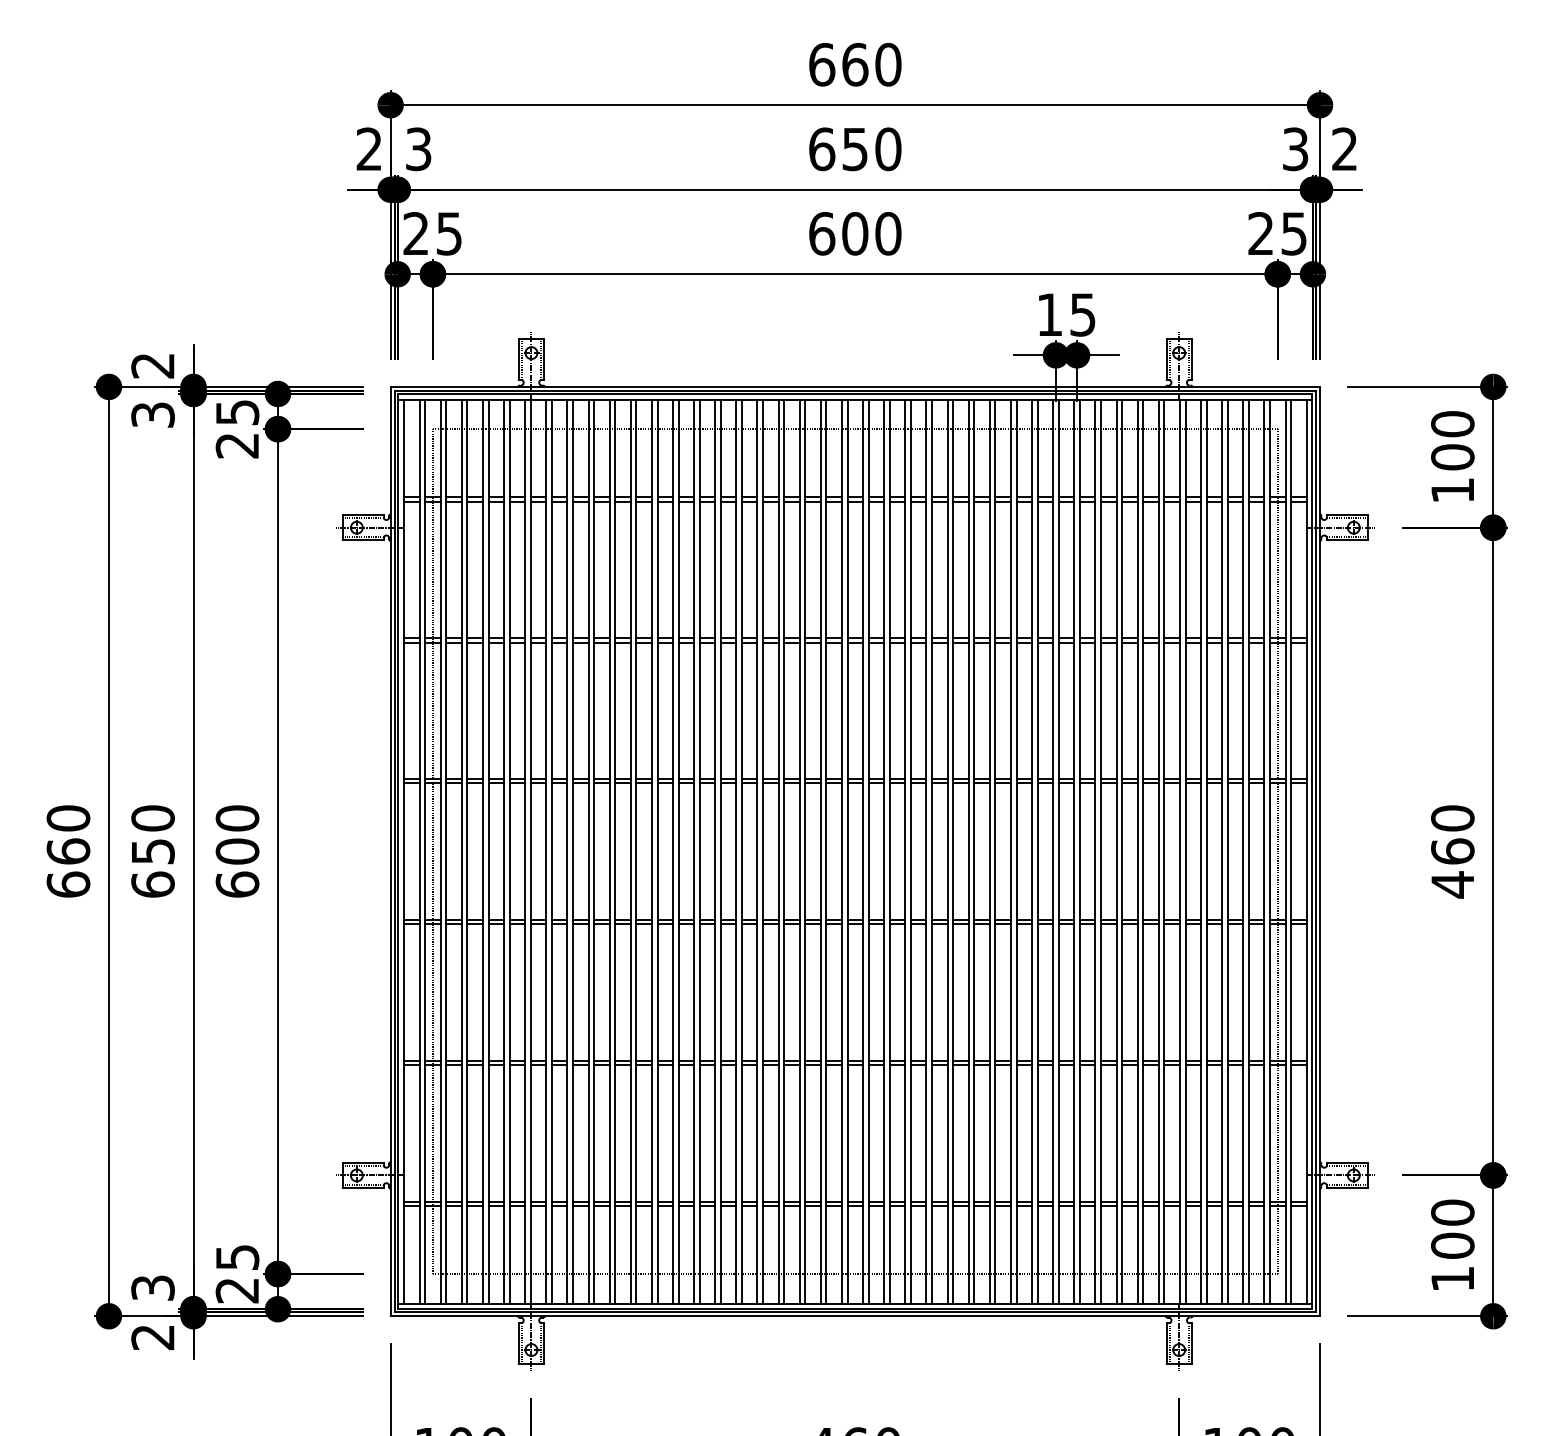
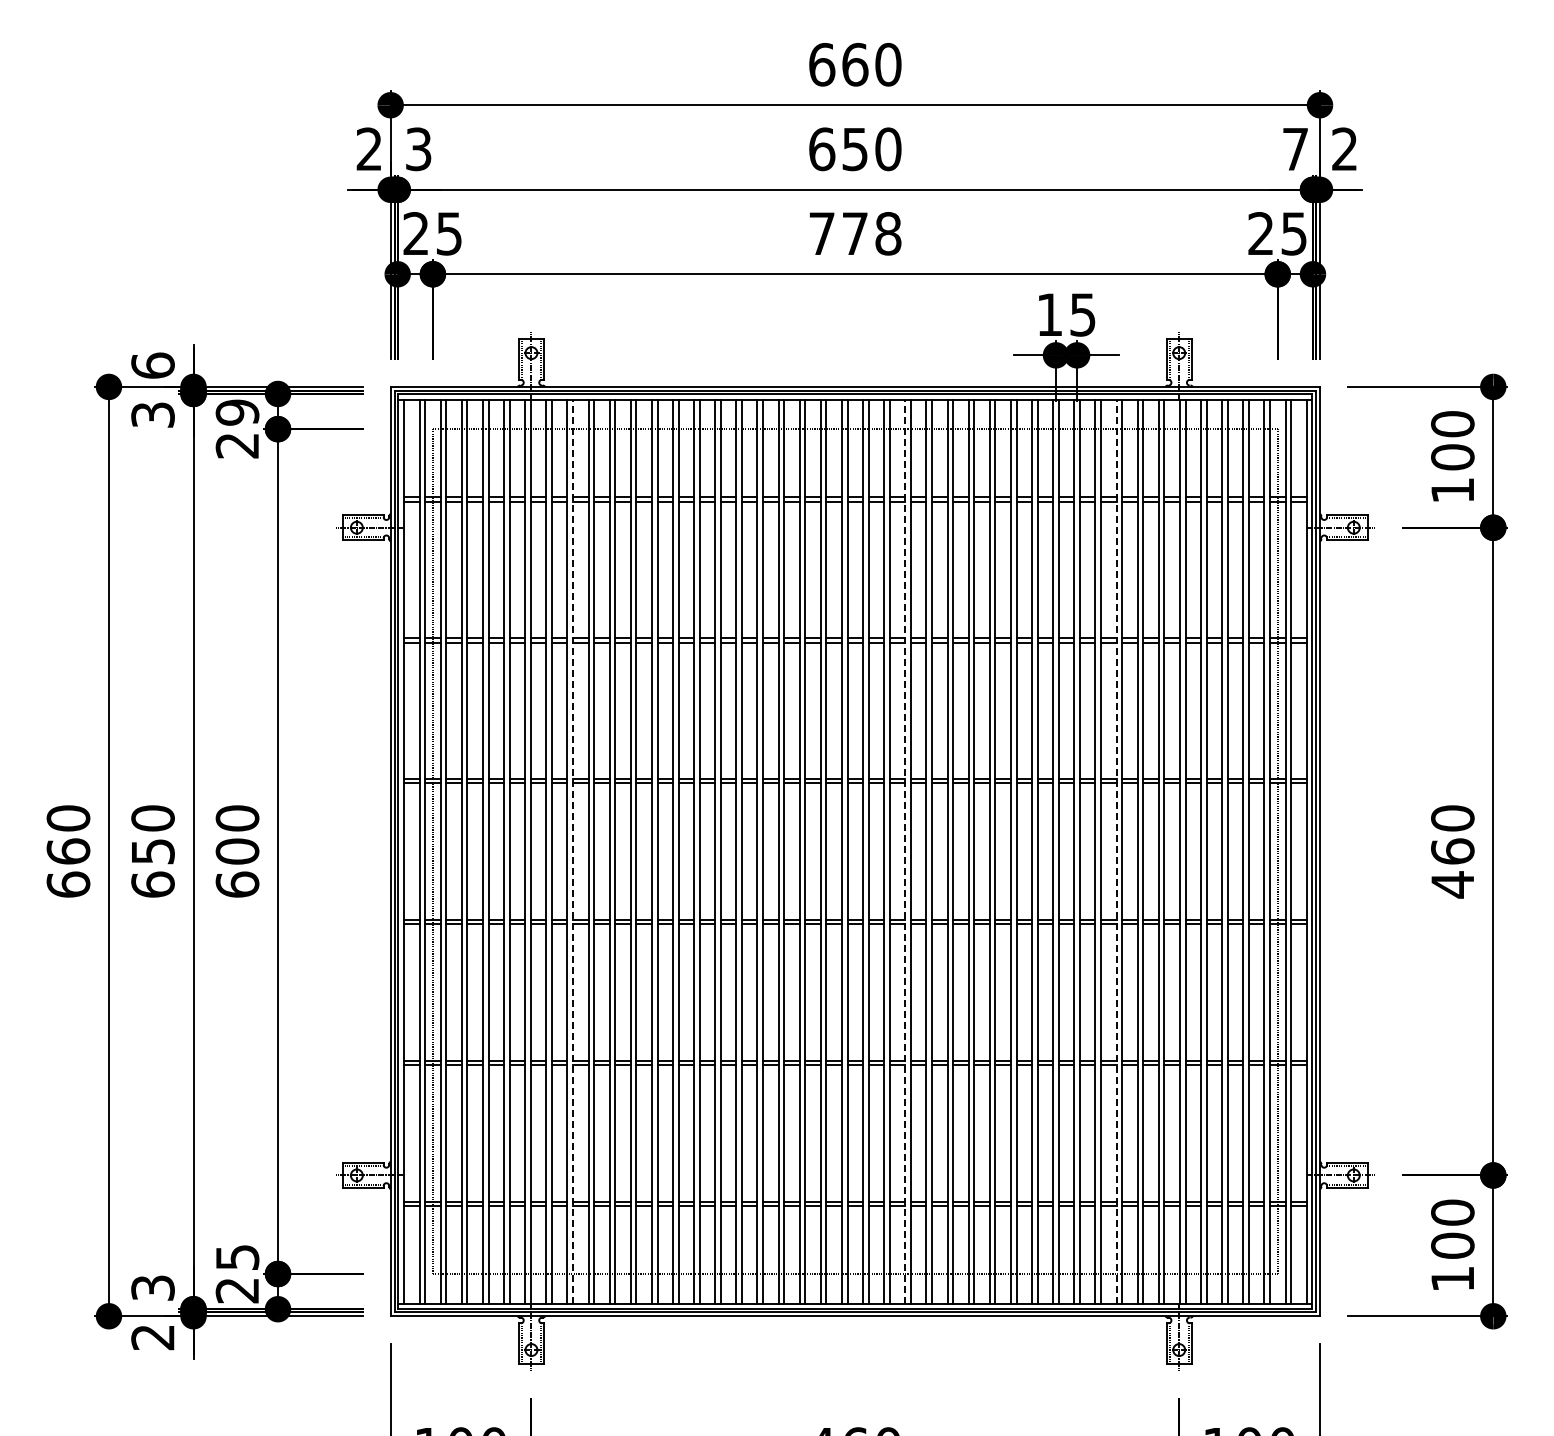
text at (1295, 149): 3 -> 7
text at (855, 233): 600 -> 778
text at (152, 365): 2 -> 6
text at (237, 412): 25 -> 29
line at (573, 851): solid -> dashed
line at (905, 851): solid -> dashed
line at (1116, 851): solid -> dashed
